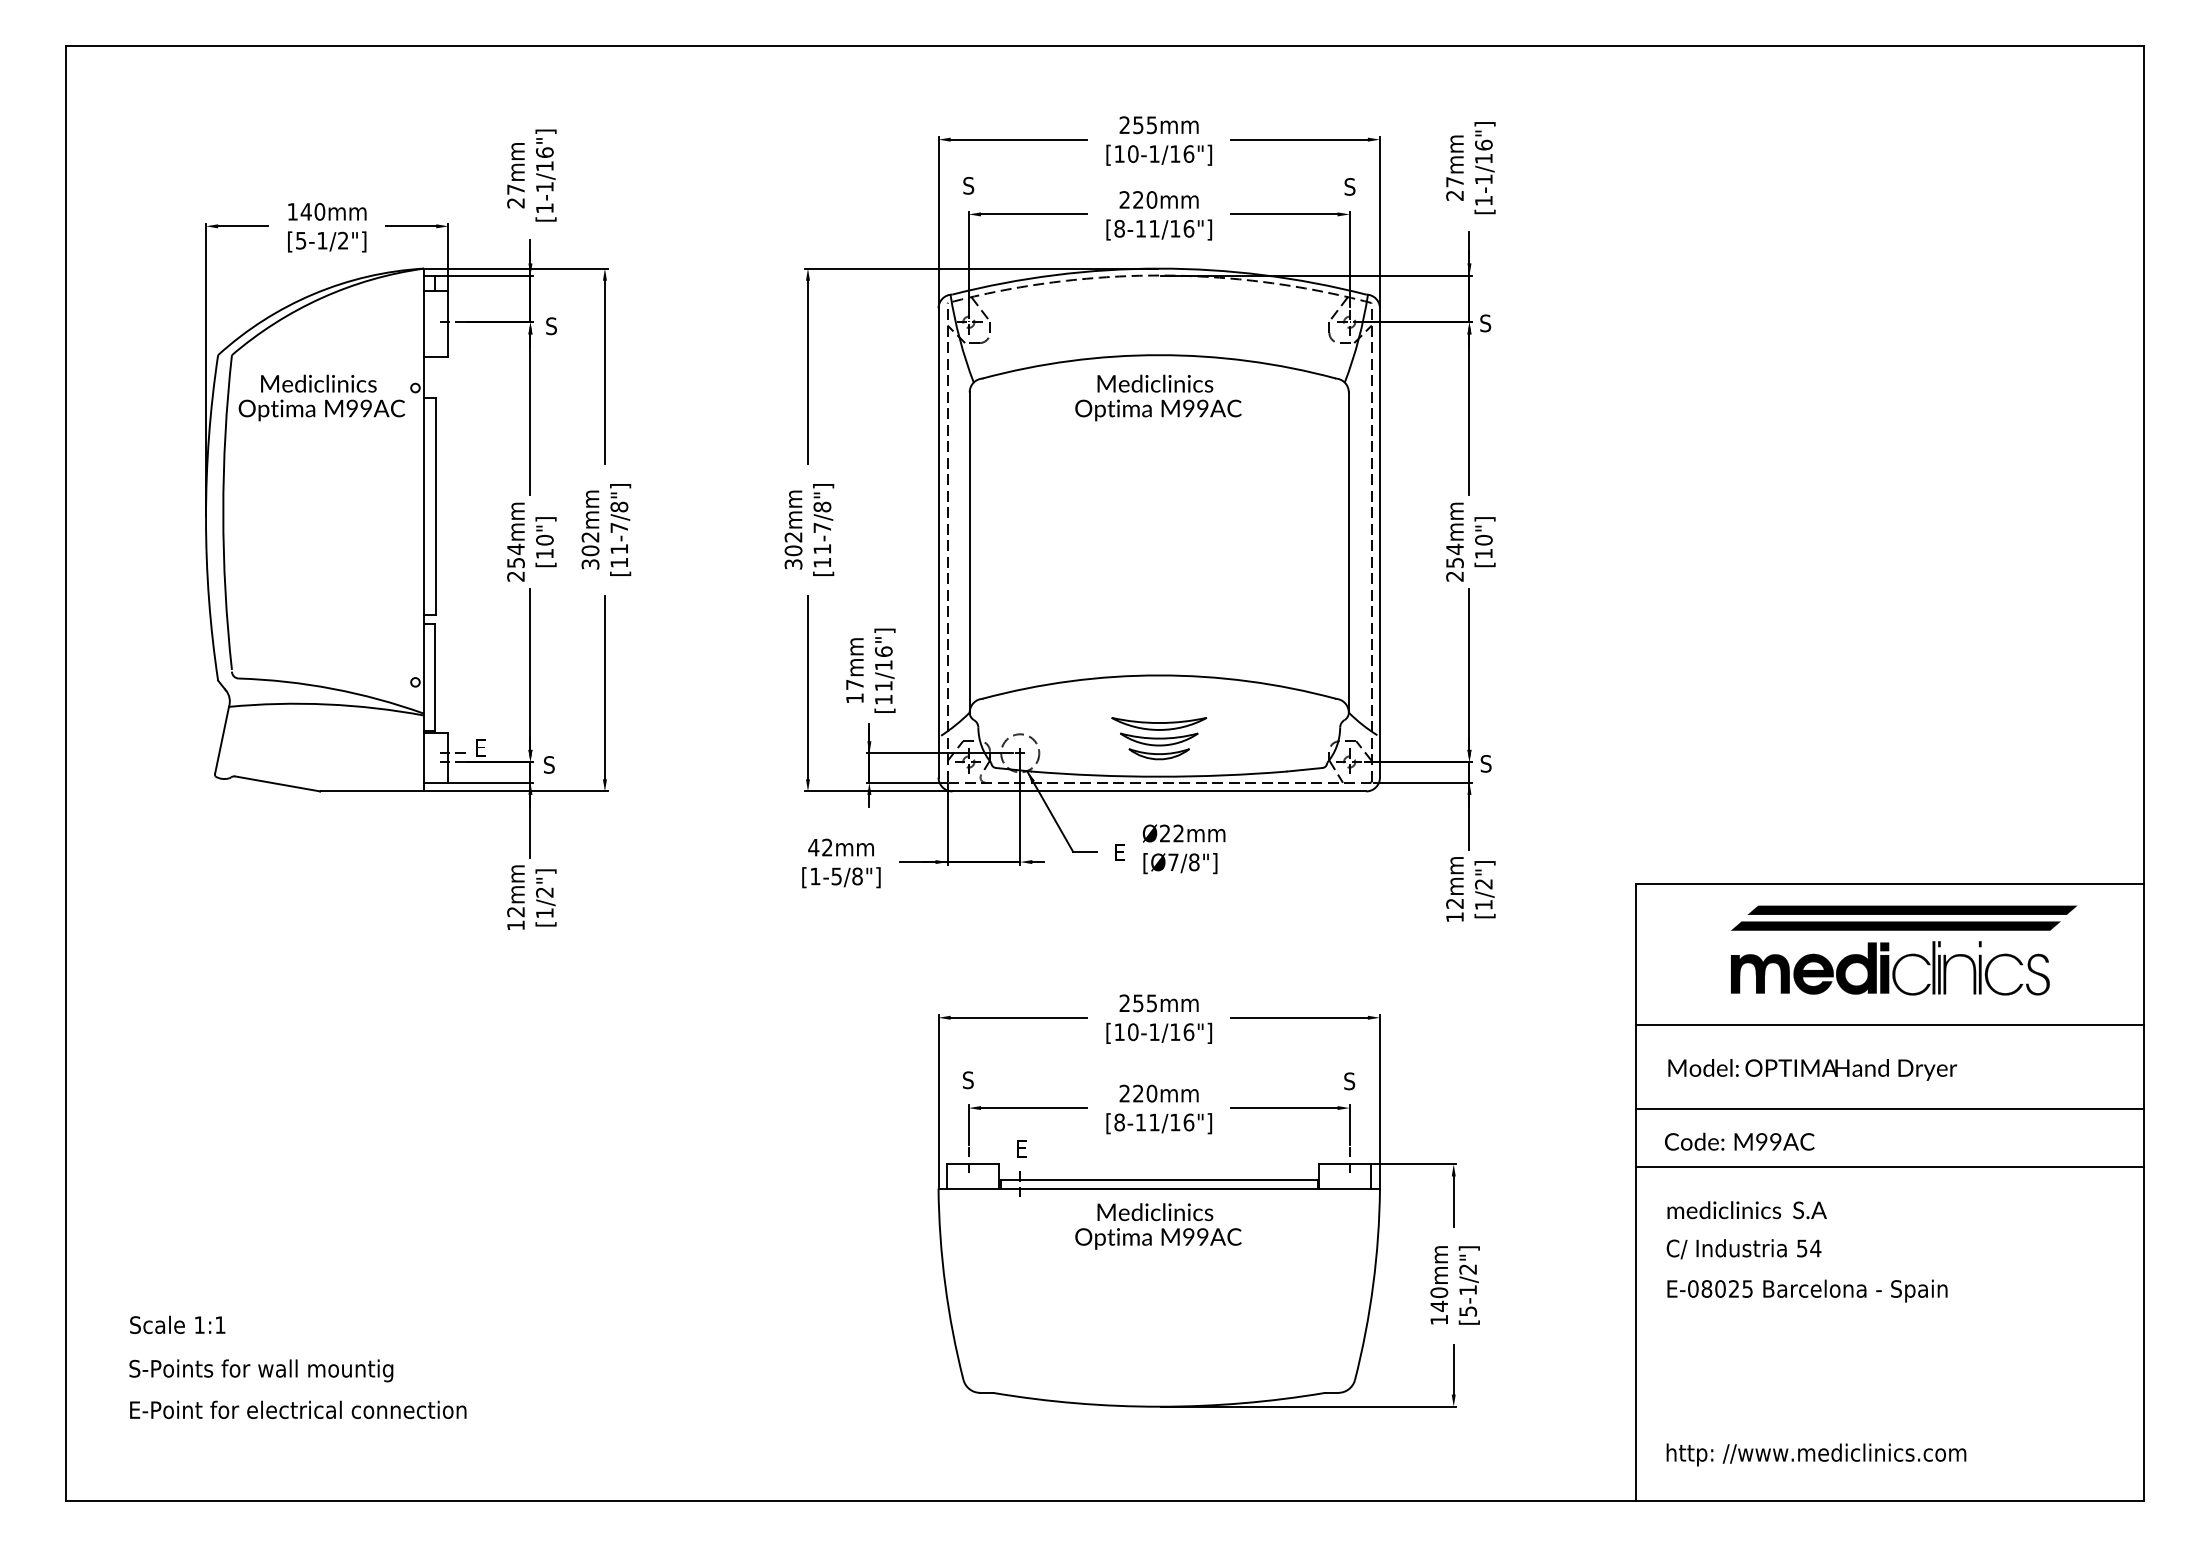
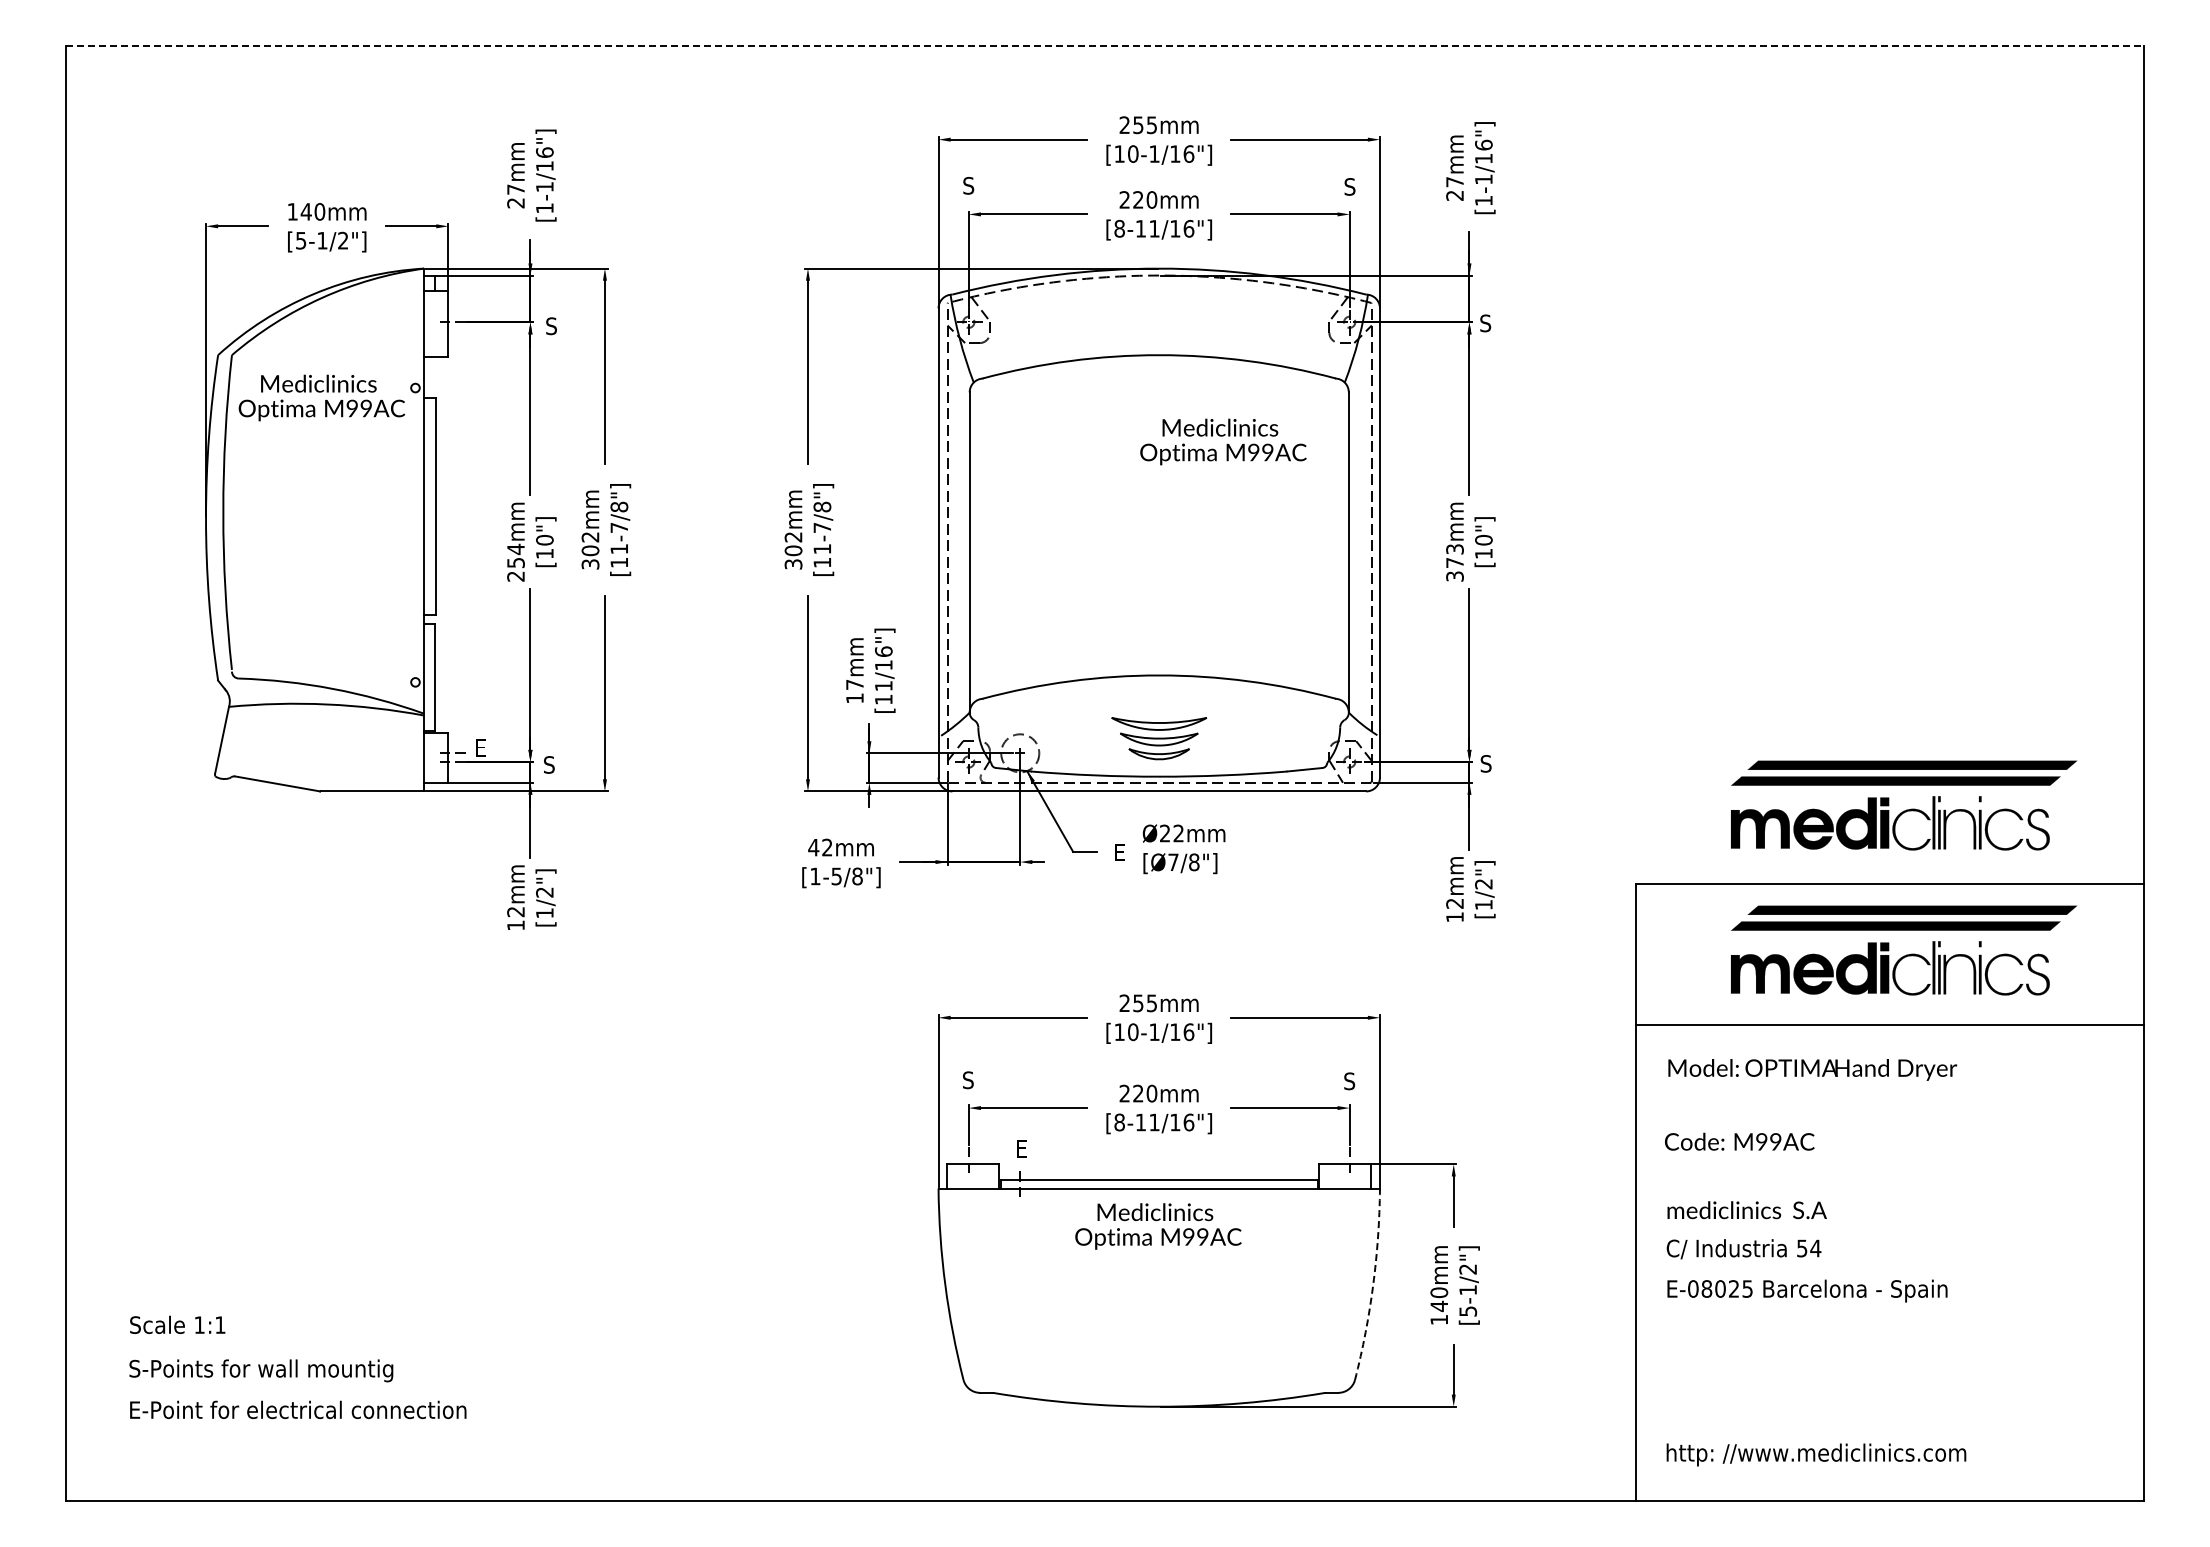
line at (1104, 46): solid -> dashed
text at (1158, 397) position: (1158, 397) -> (1223, 441)
text at (1454, 562): 254mm -> 373mm
part at (1904, 805): none -> present
line at (1889, 1109): present -> none
line at (1889, 1167): present -> none
arc at (1373, 1285): solid -> dashed
